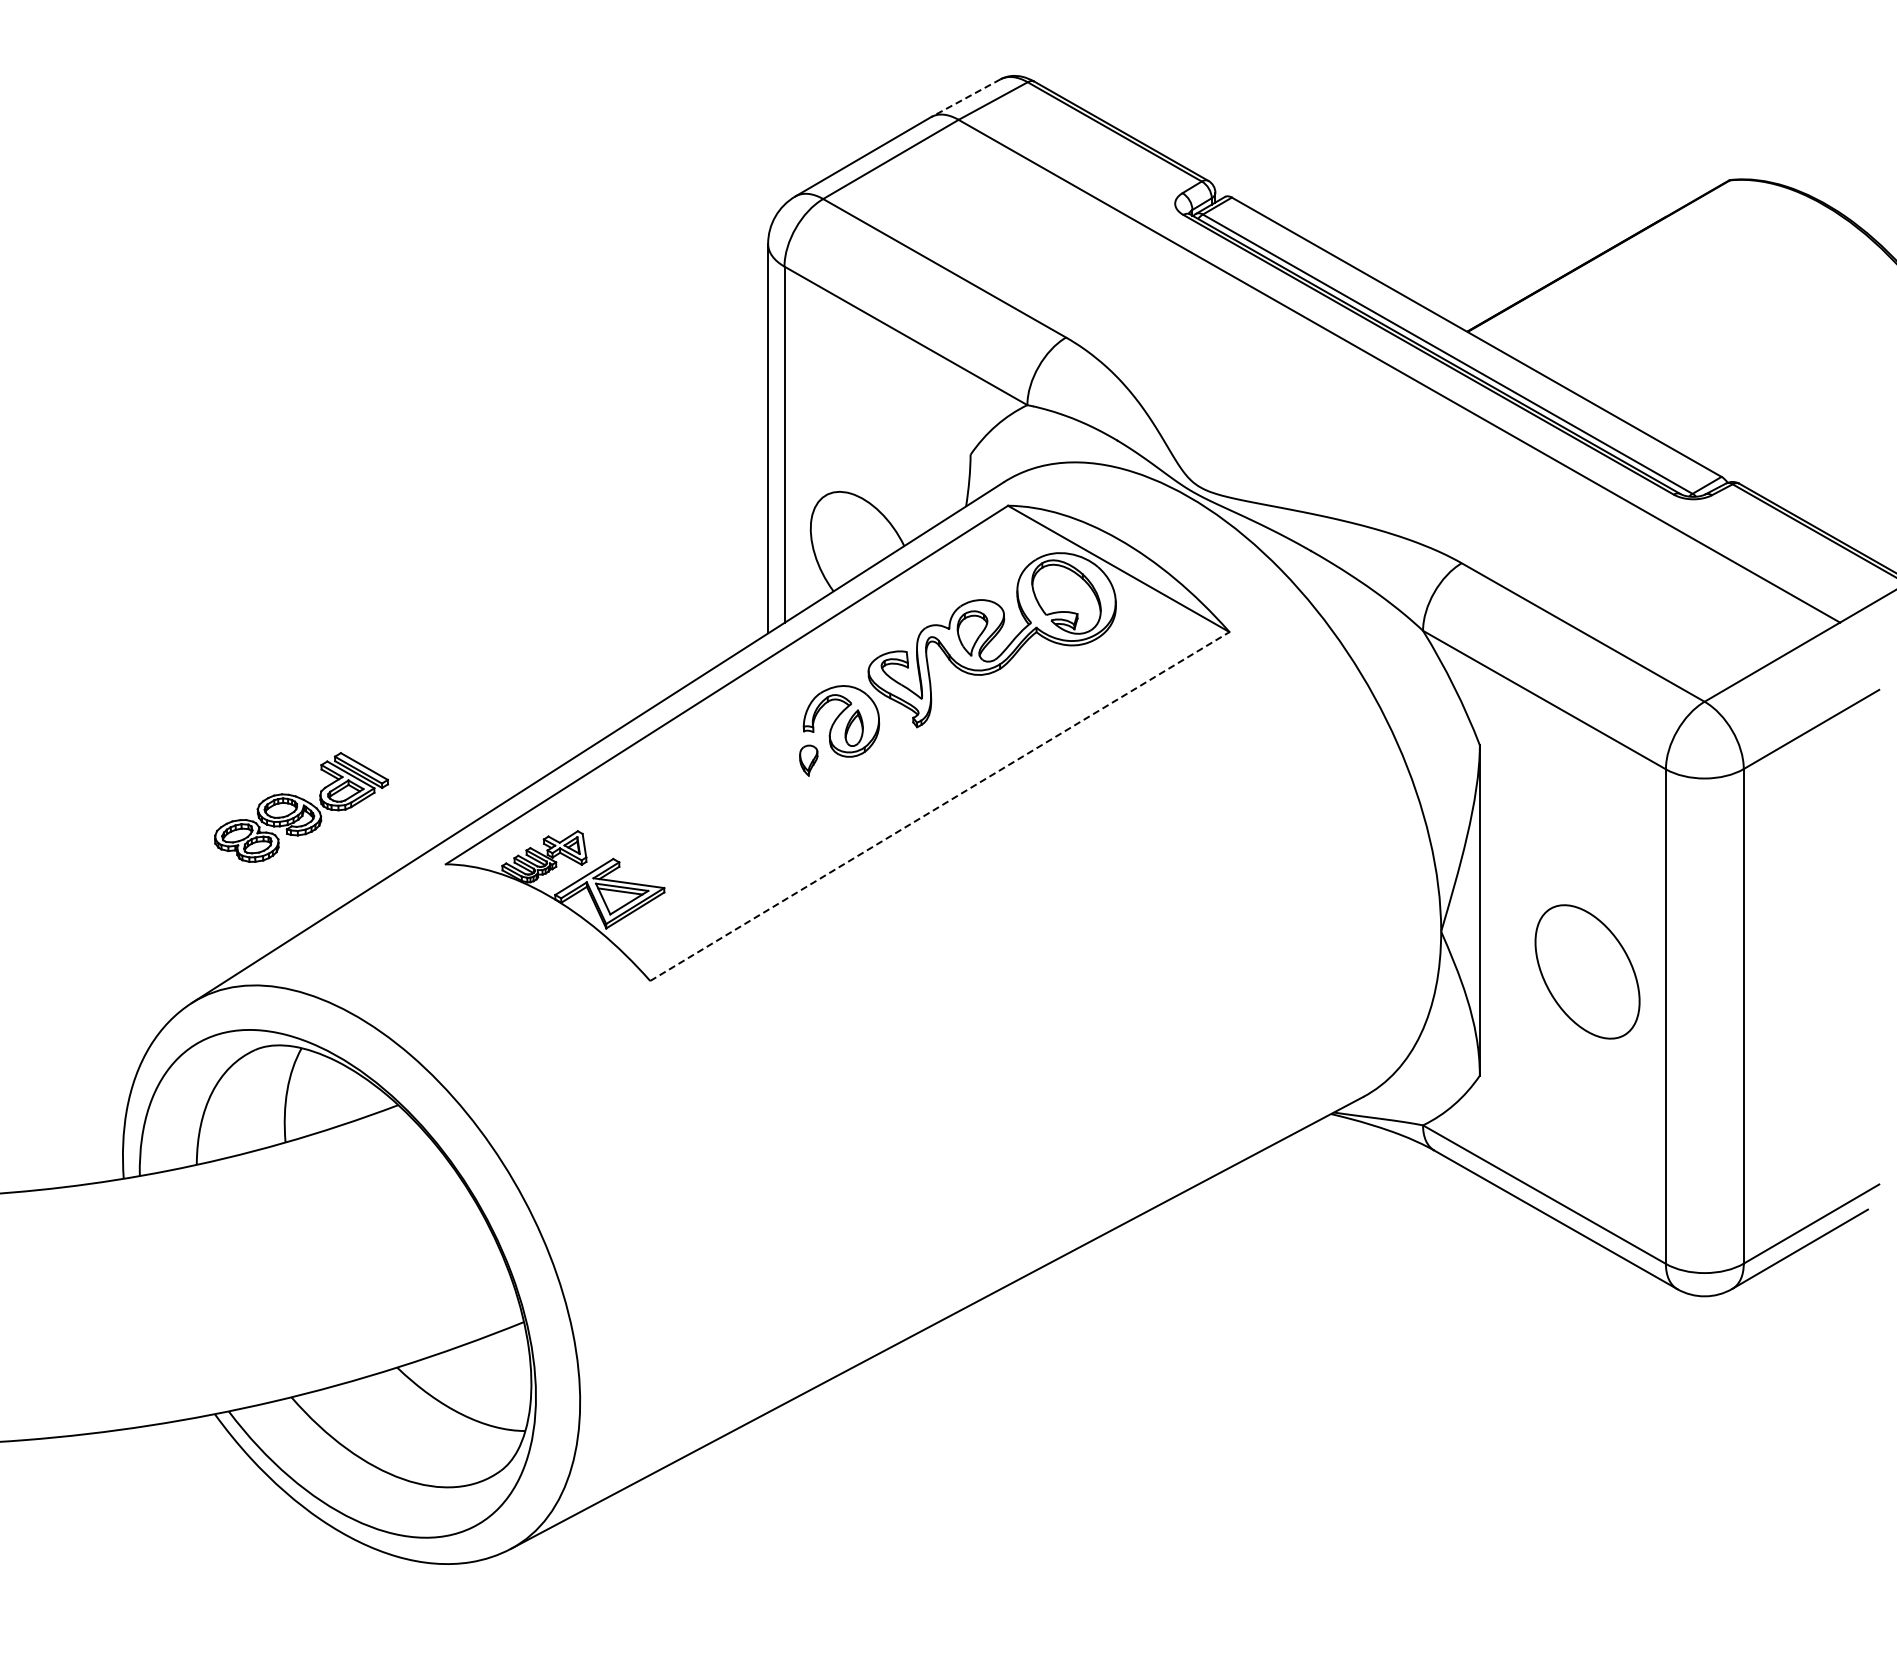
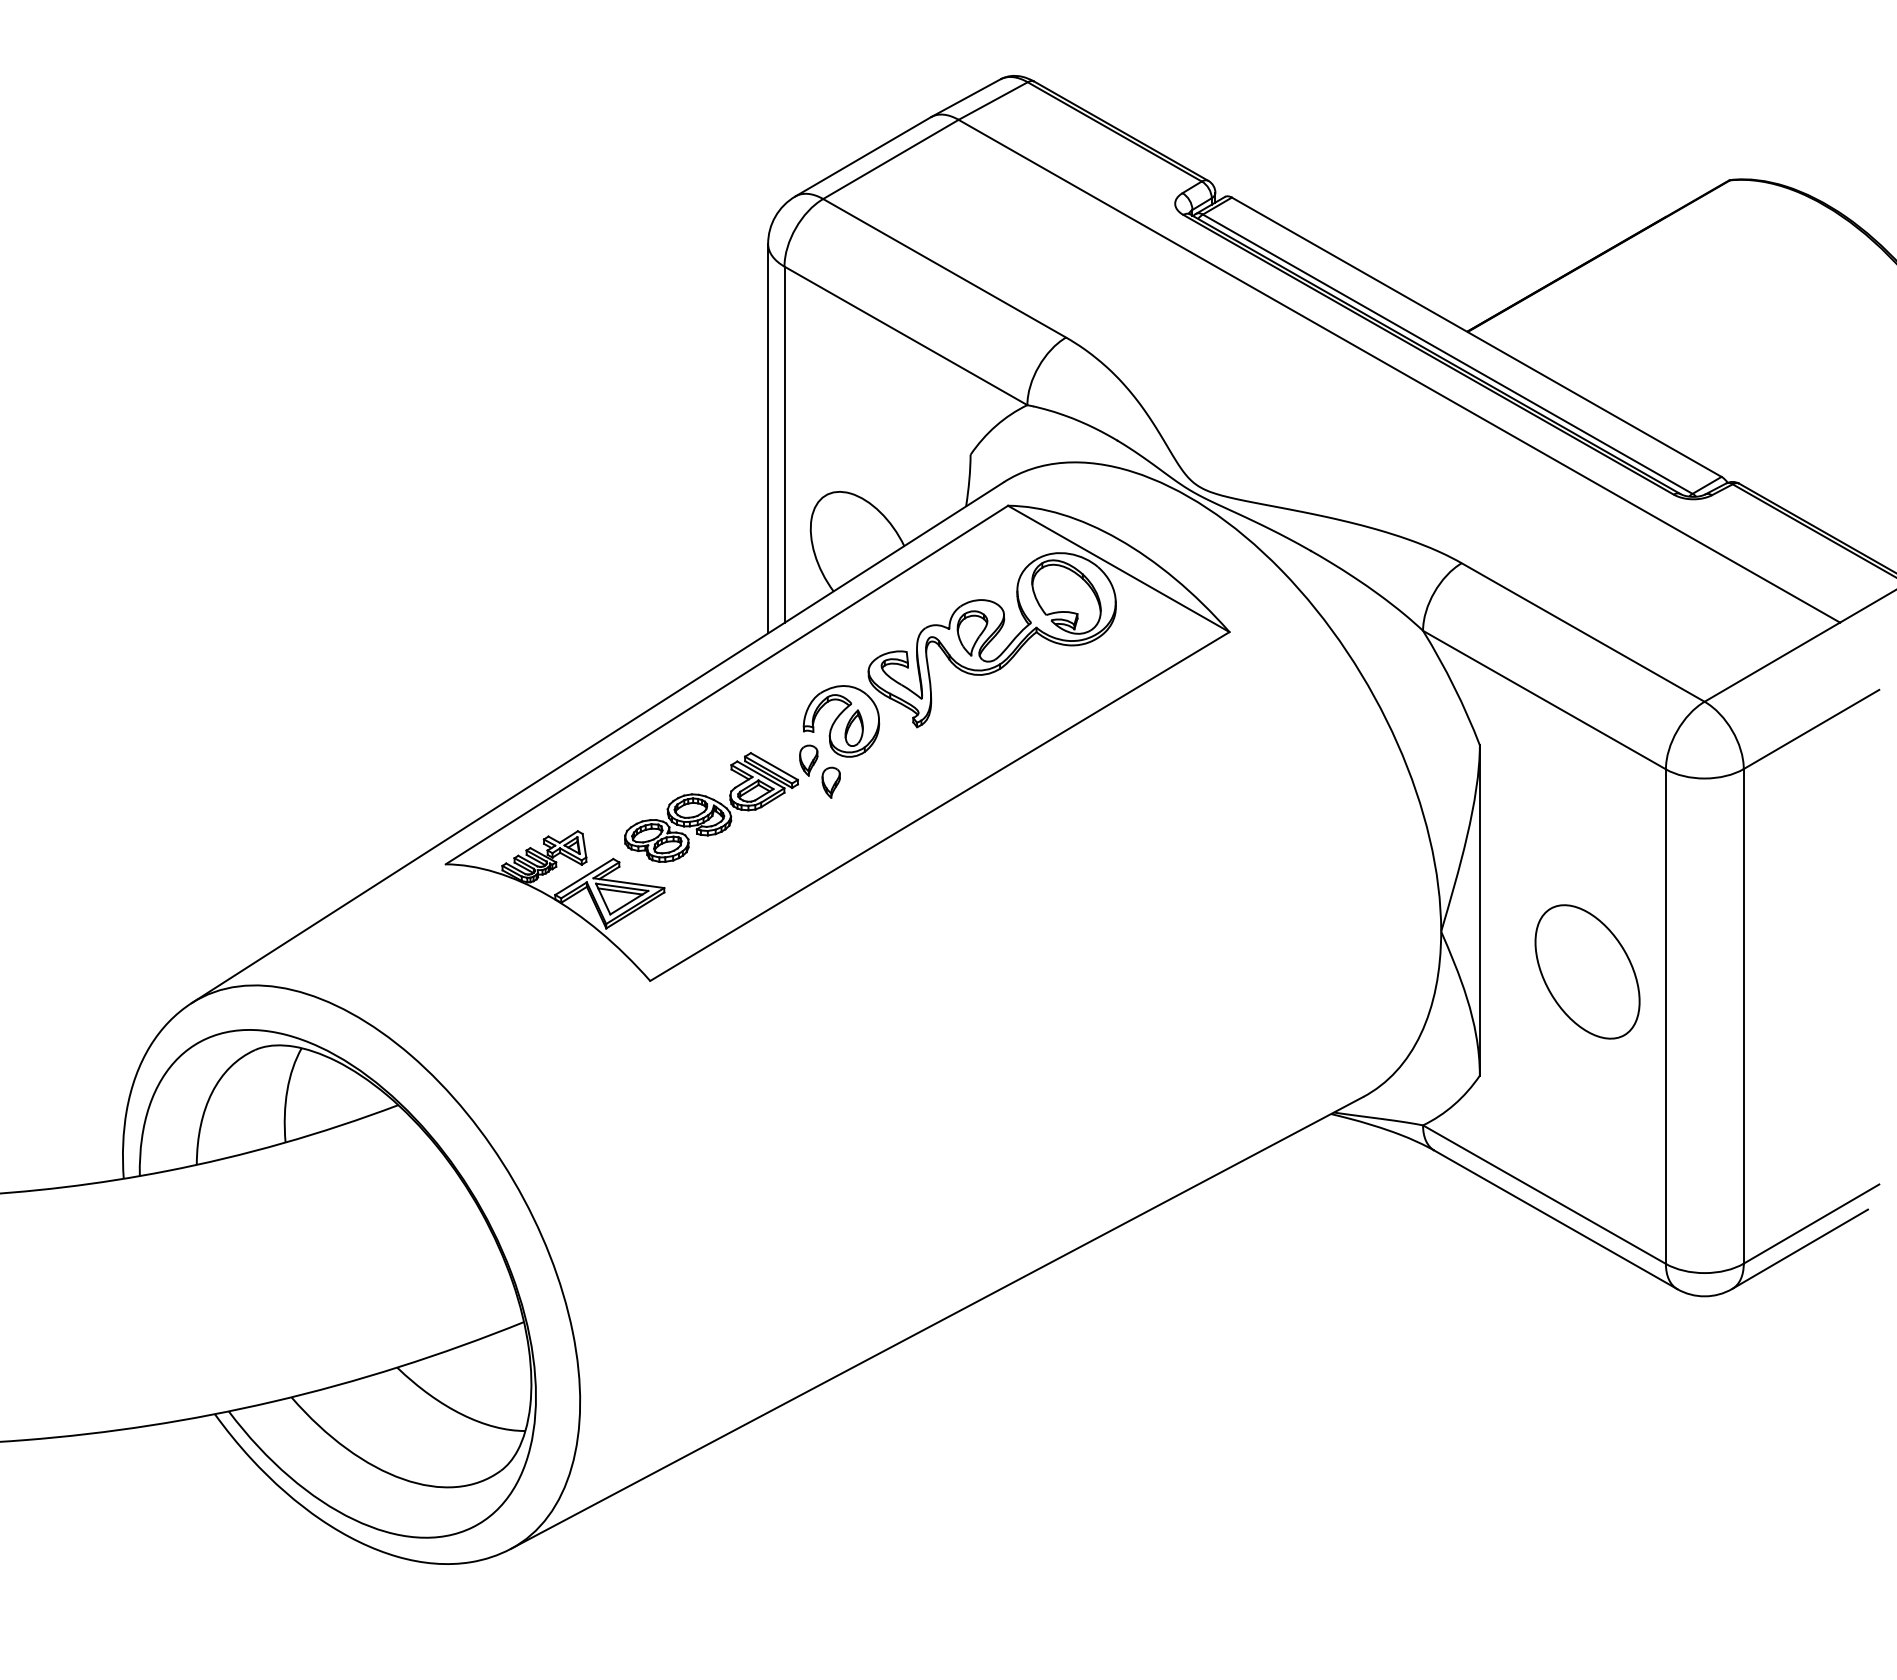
line at (965, 98): dashed -> solid
part at (830, 782): none -> present
line at (940, 806): dashed -> solid
part at (301, 807) position: (301, 807) -> (711, 807)
